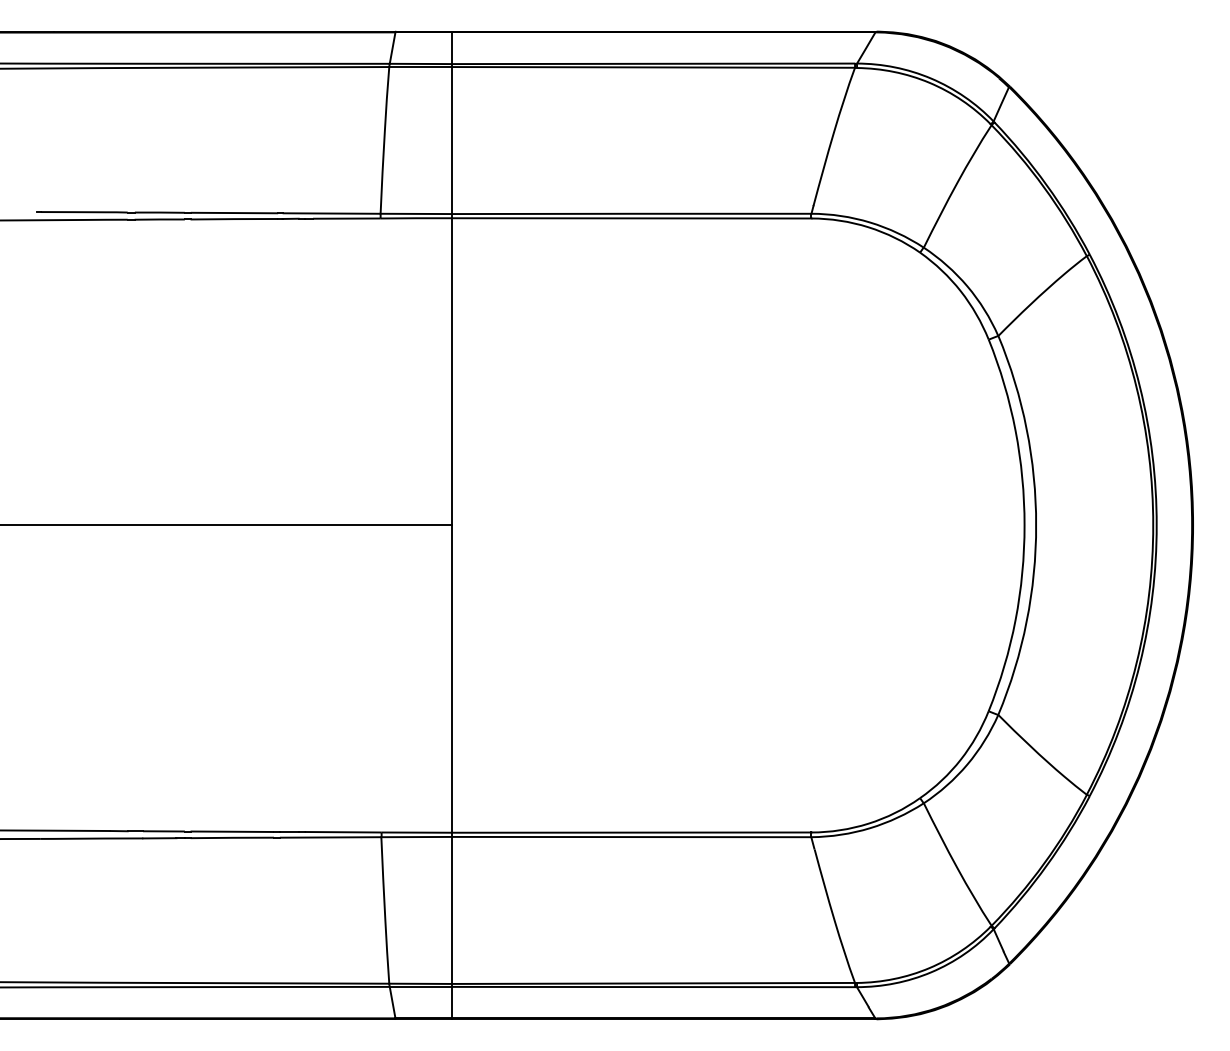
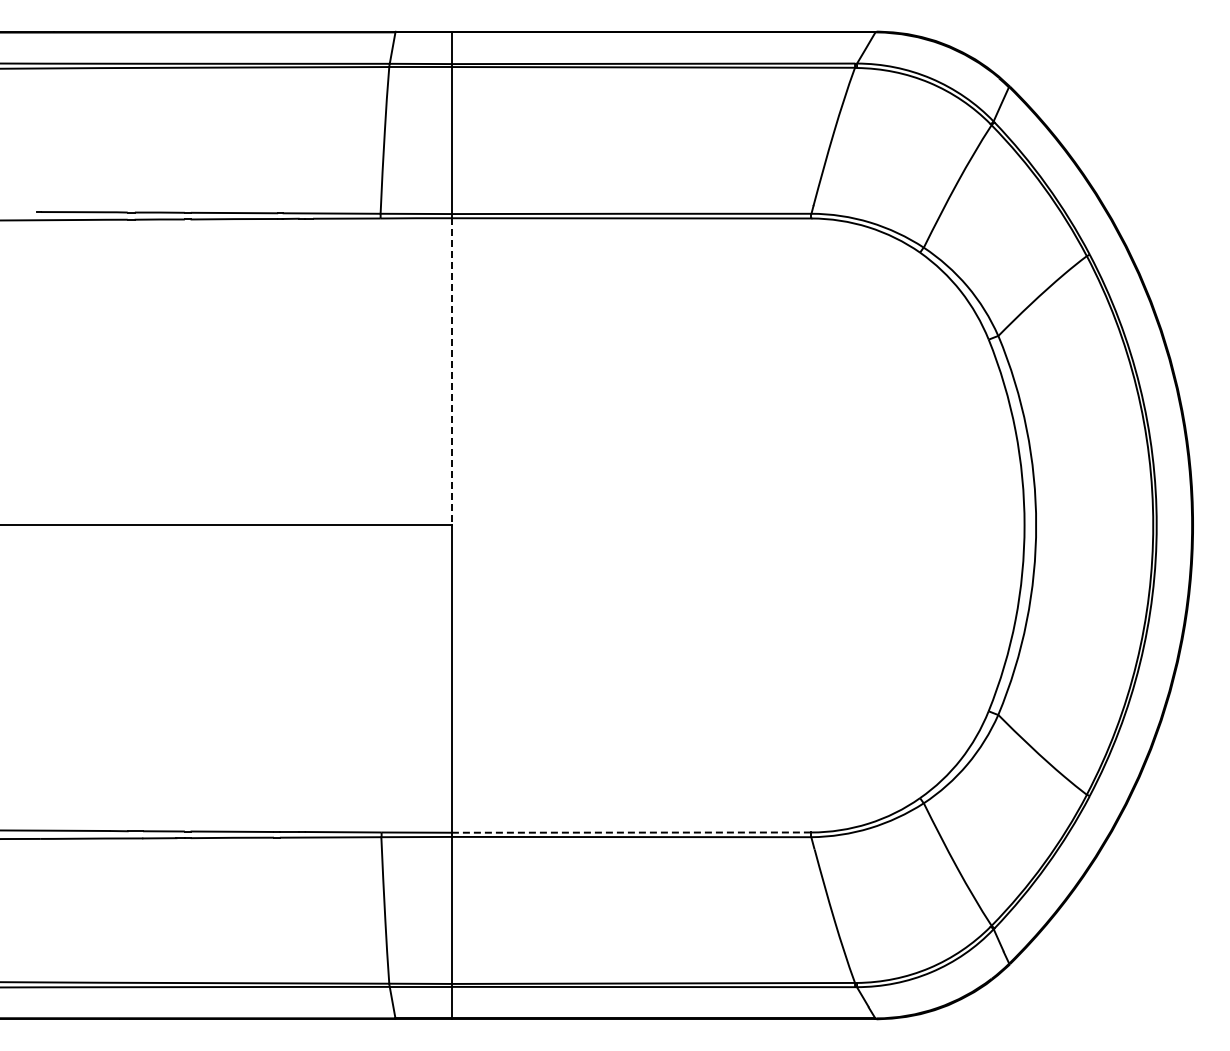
line at (451, 371): solid -> dashed
line at (631, 832): solid -> dashed
